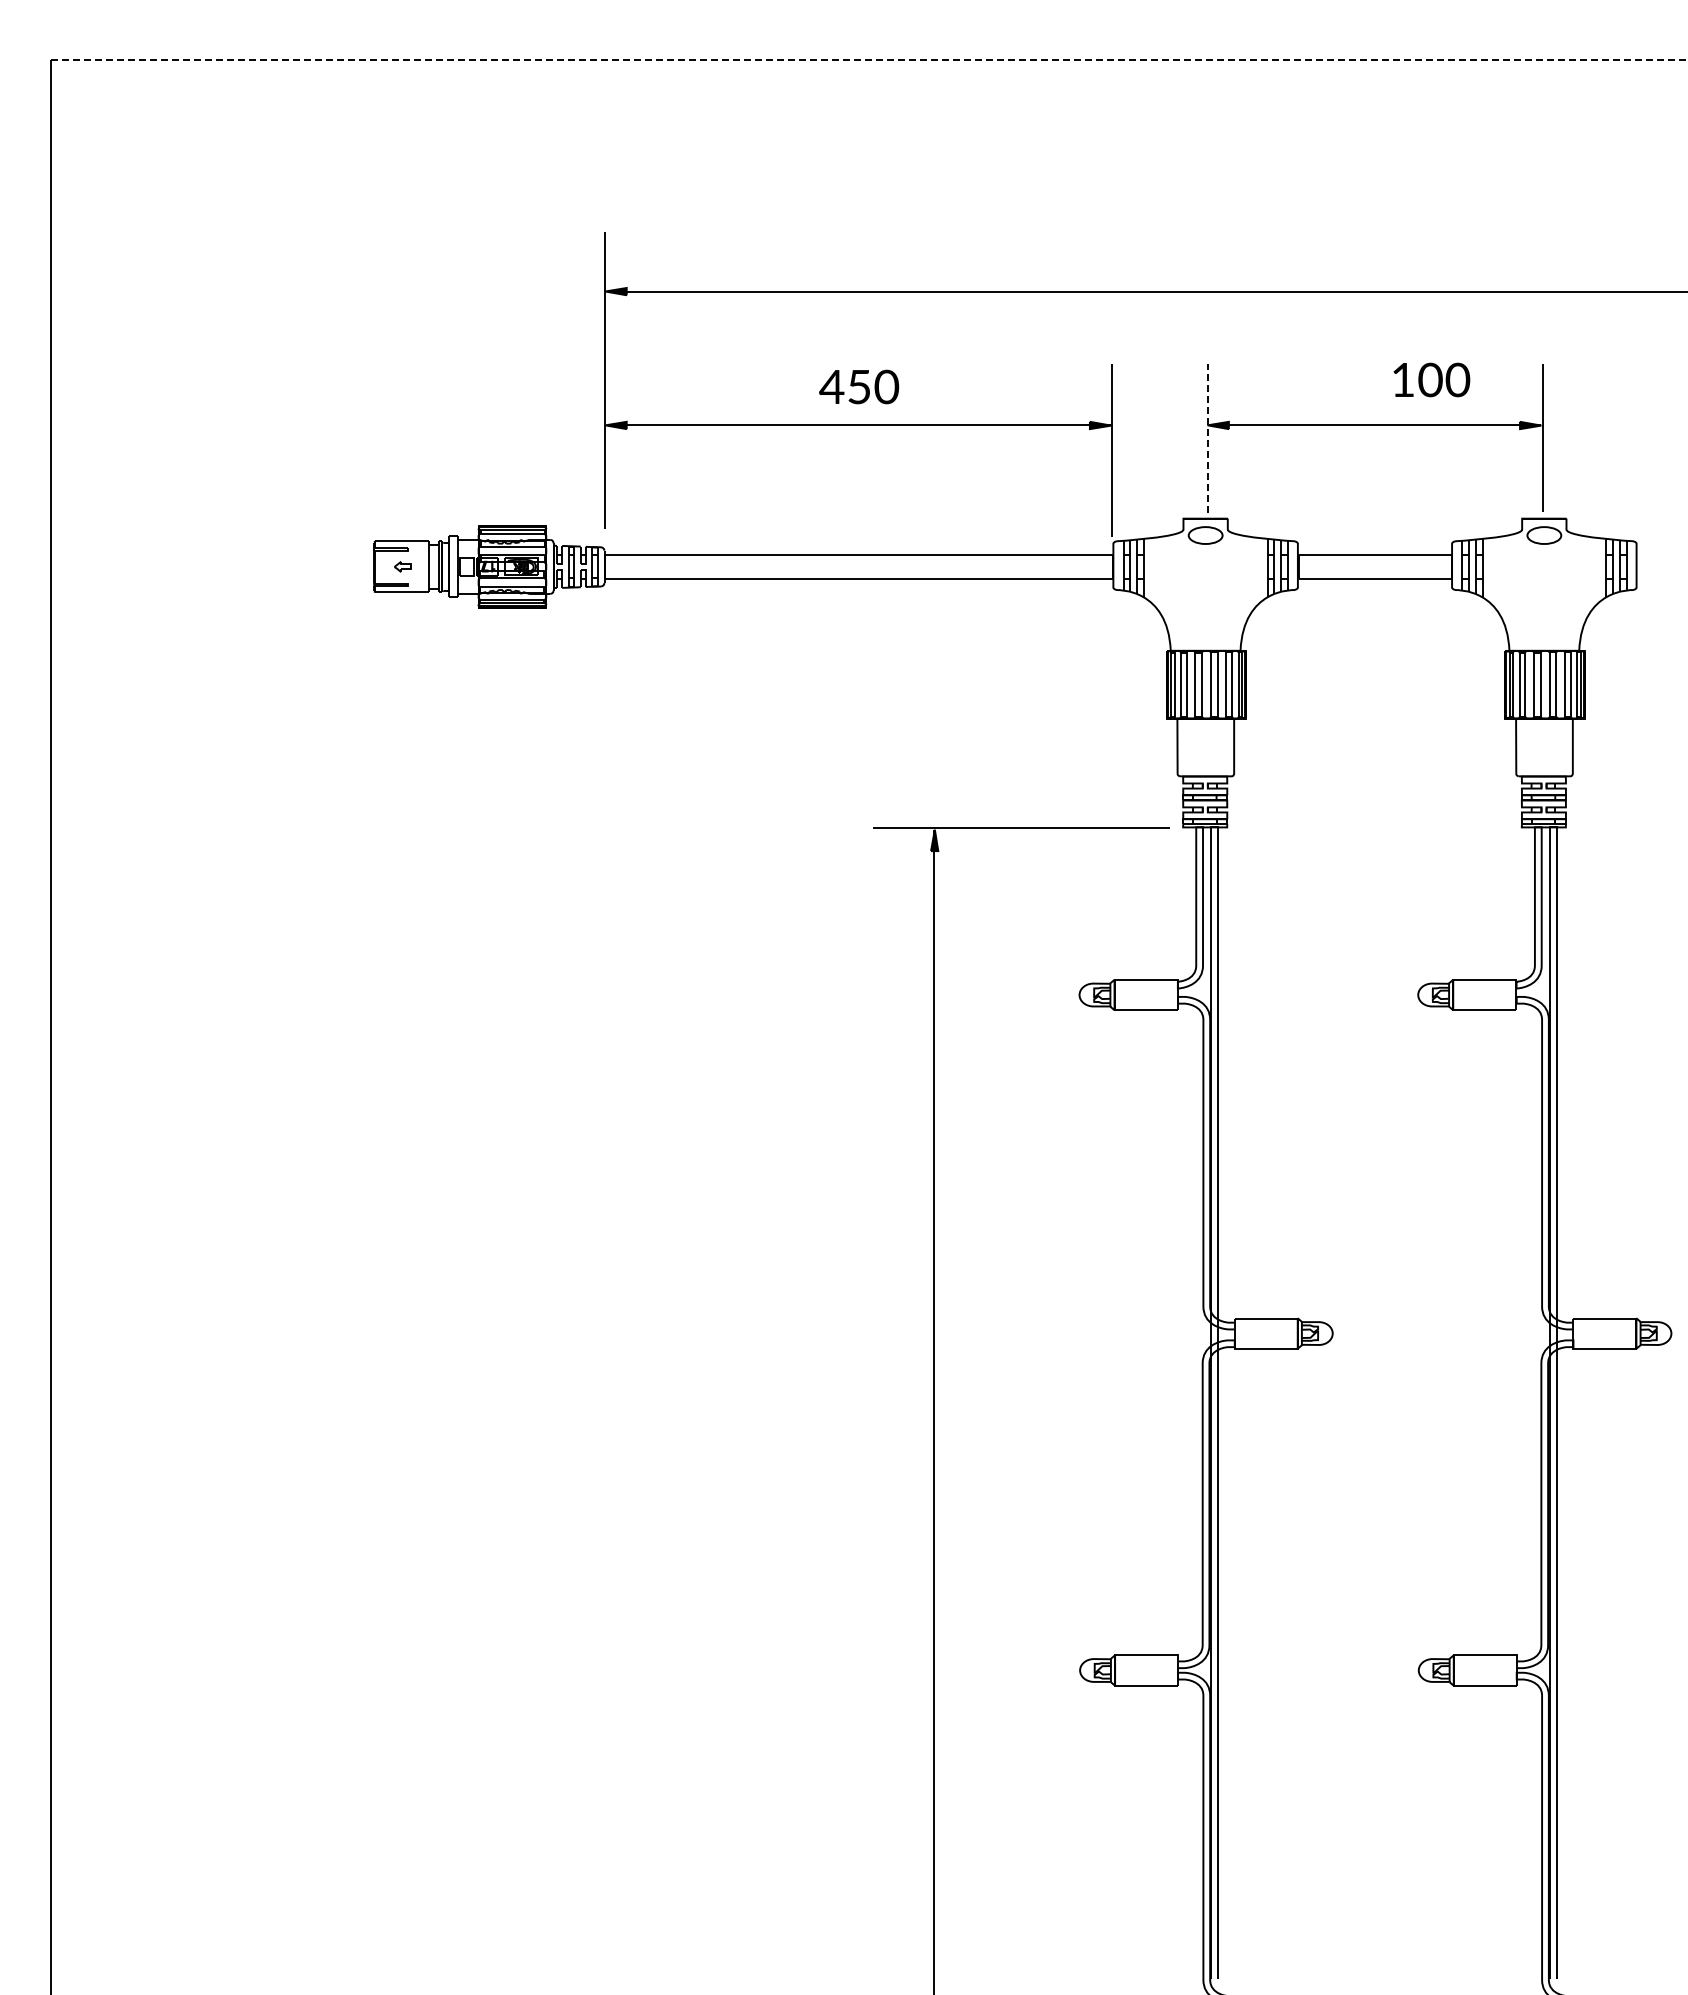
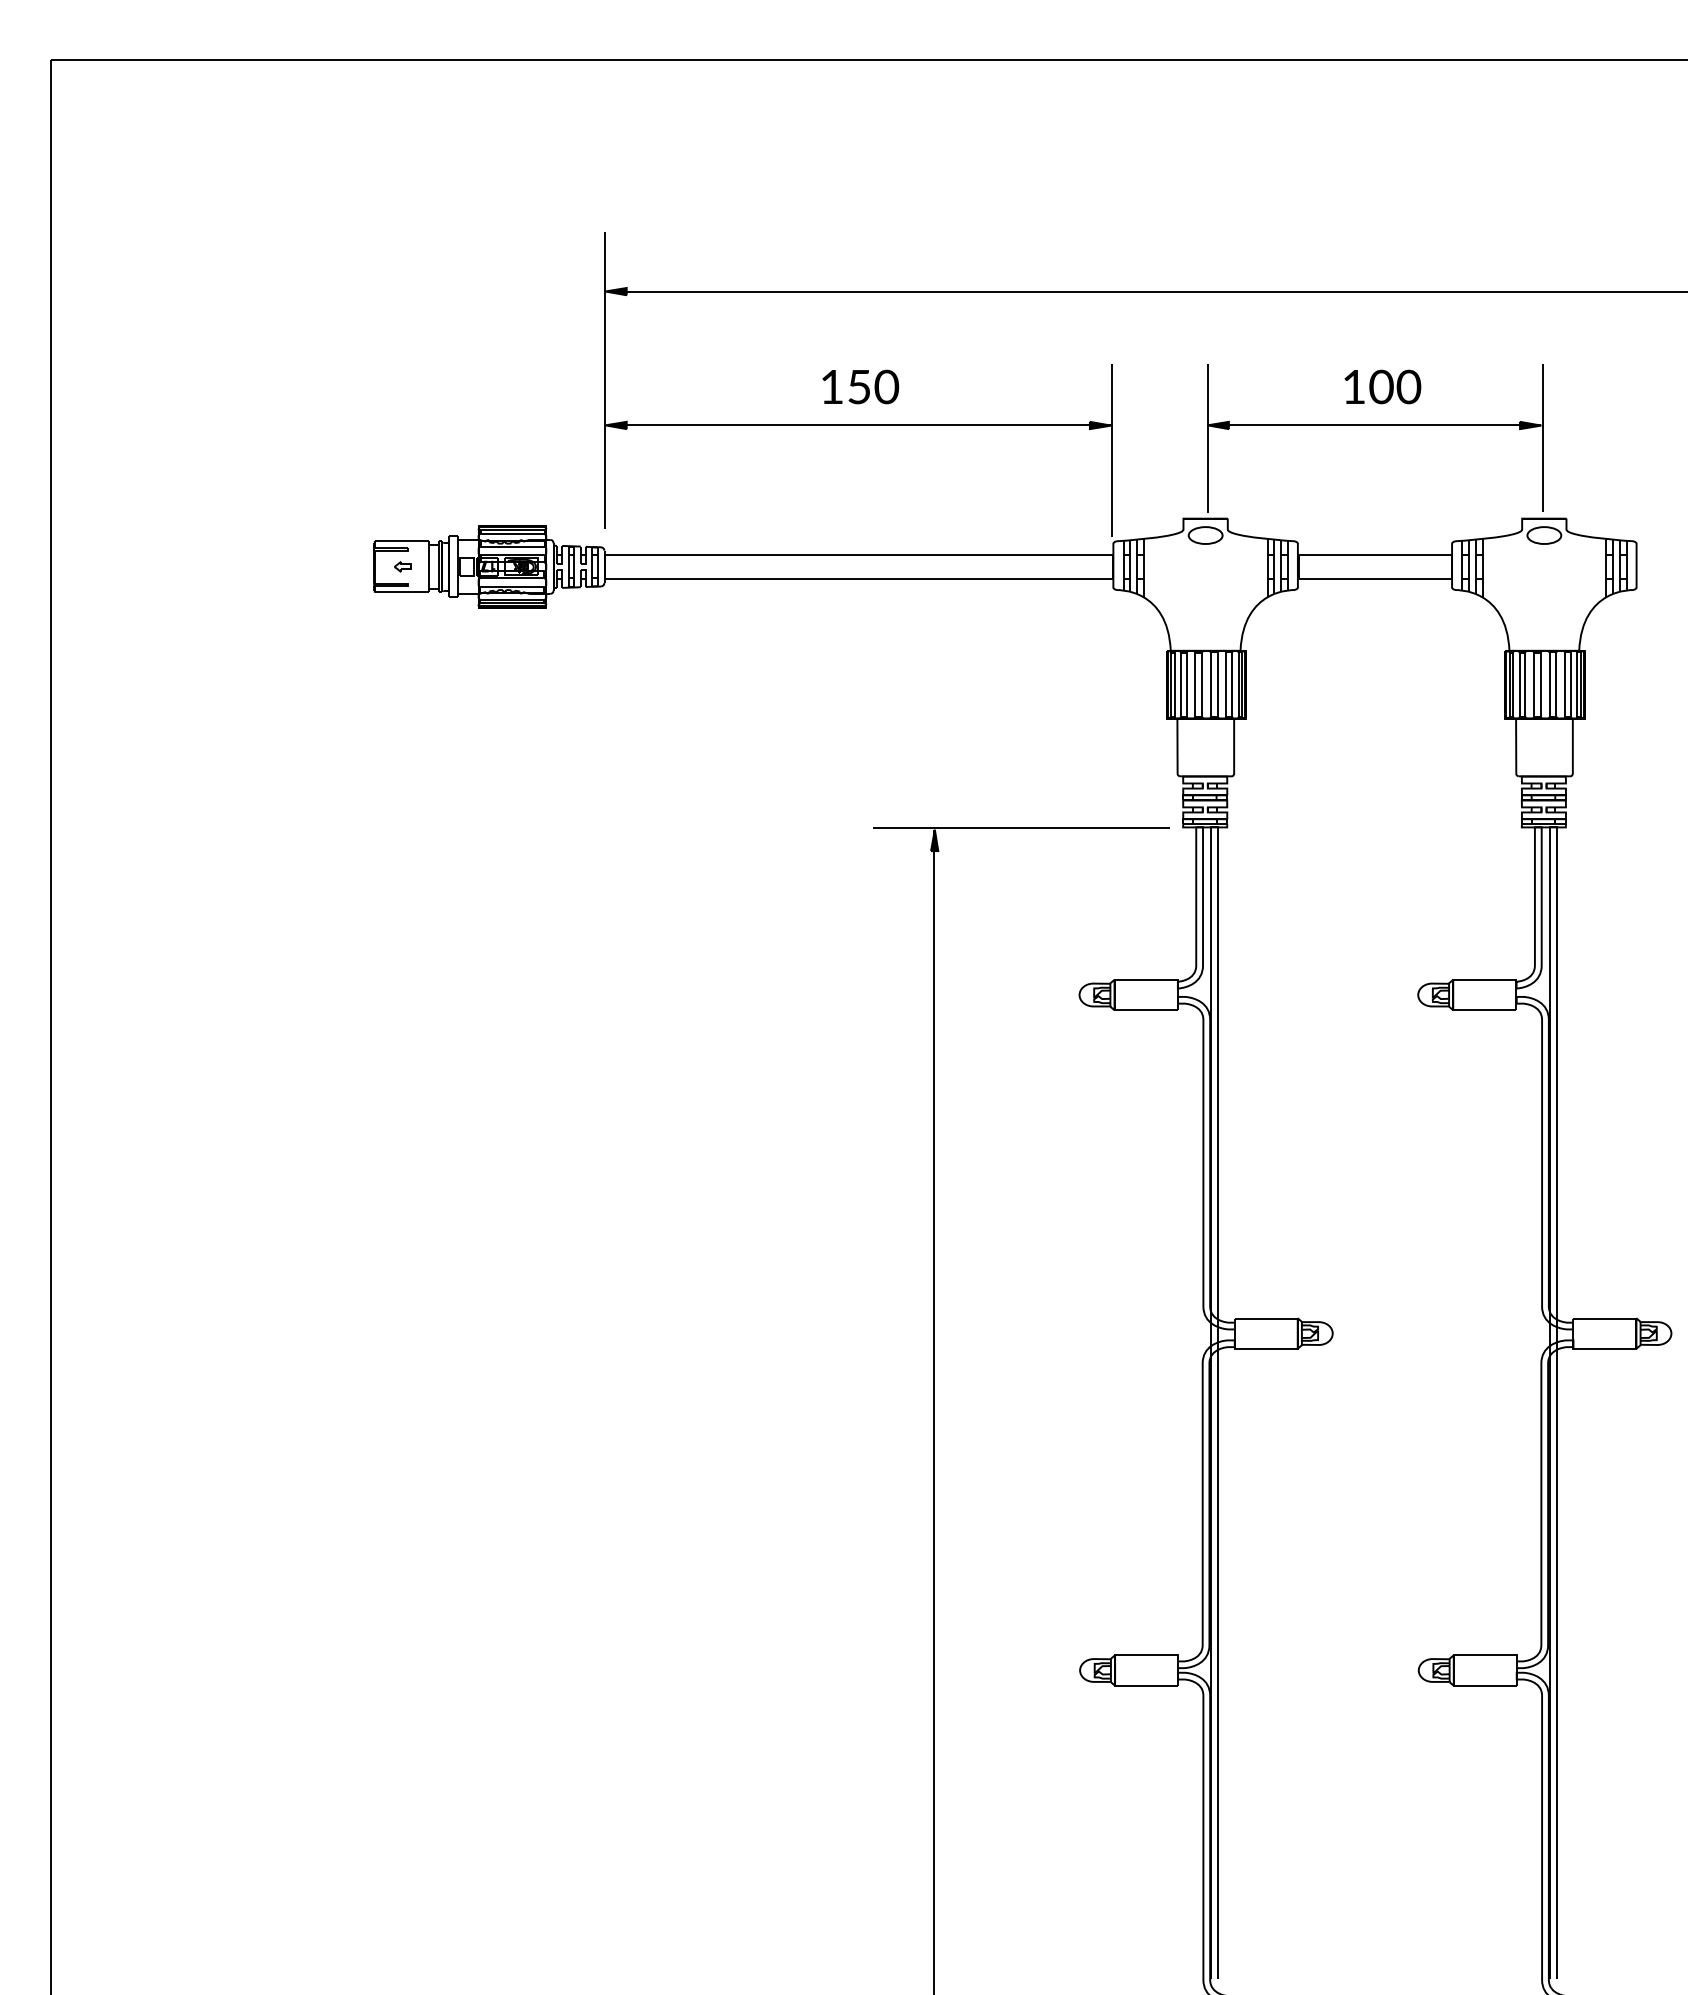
line at (869, 59): dashed -> solid
text at (1431, 379) position: (1431, 379) -> (1382, 386)
text at (831, 386): 450 -> 150
line at (1207, 438): dashed -> solid
